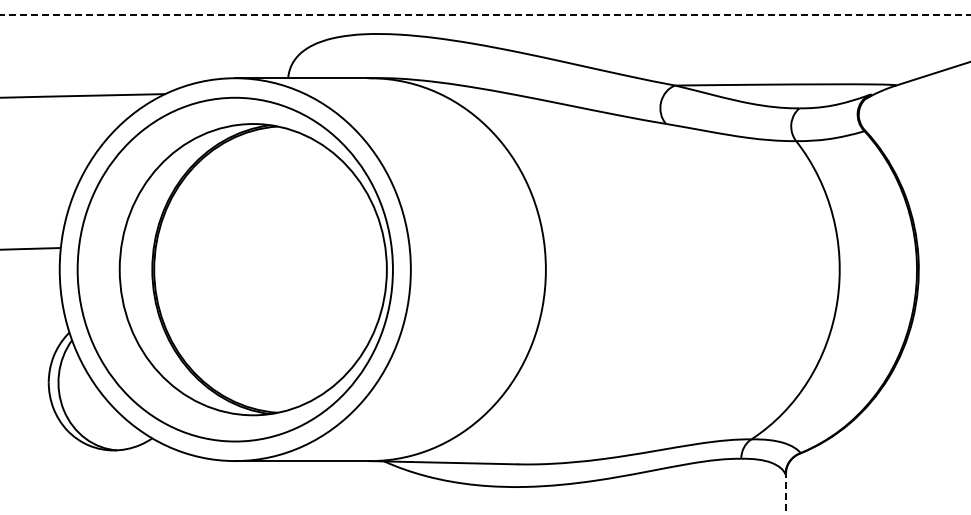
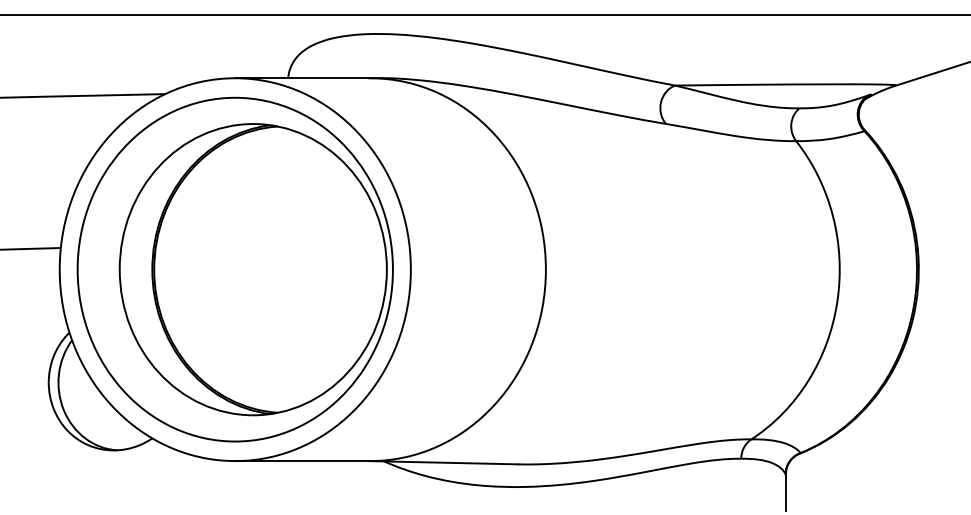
line at (485, 15): dashed -> solid
line at (786, 490): dashed -> solid
